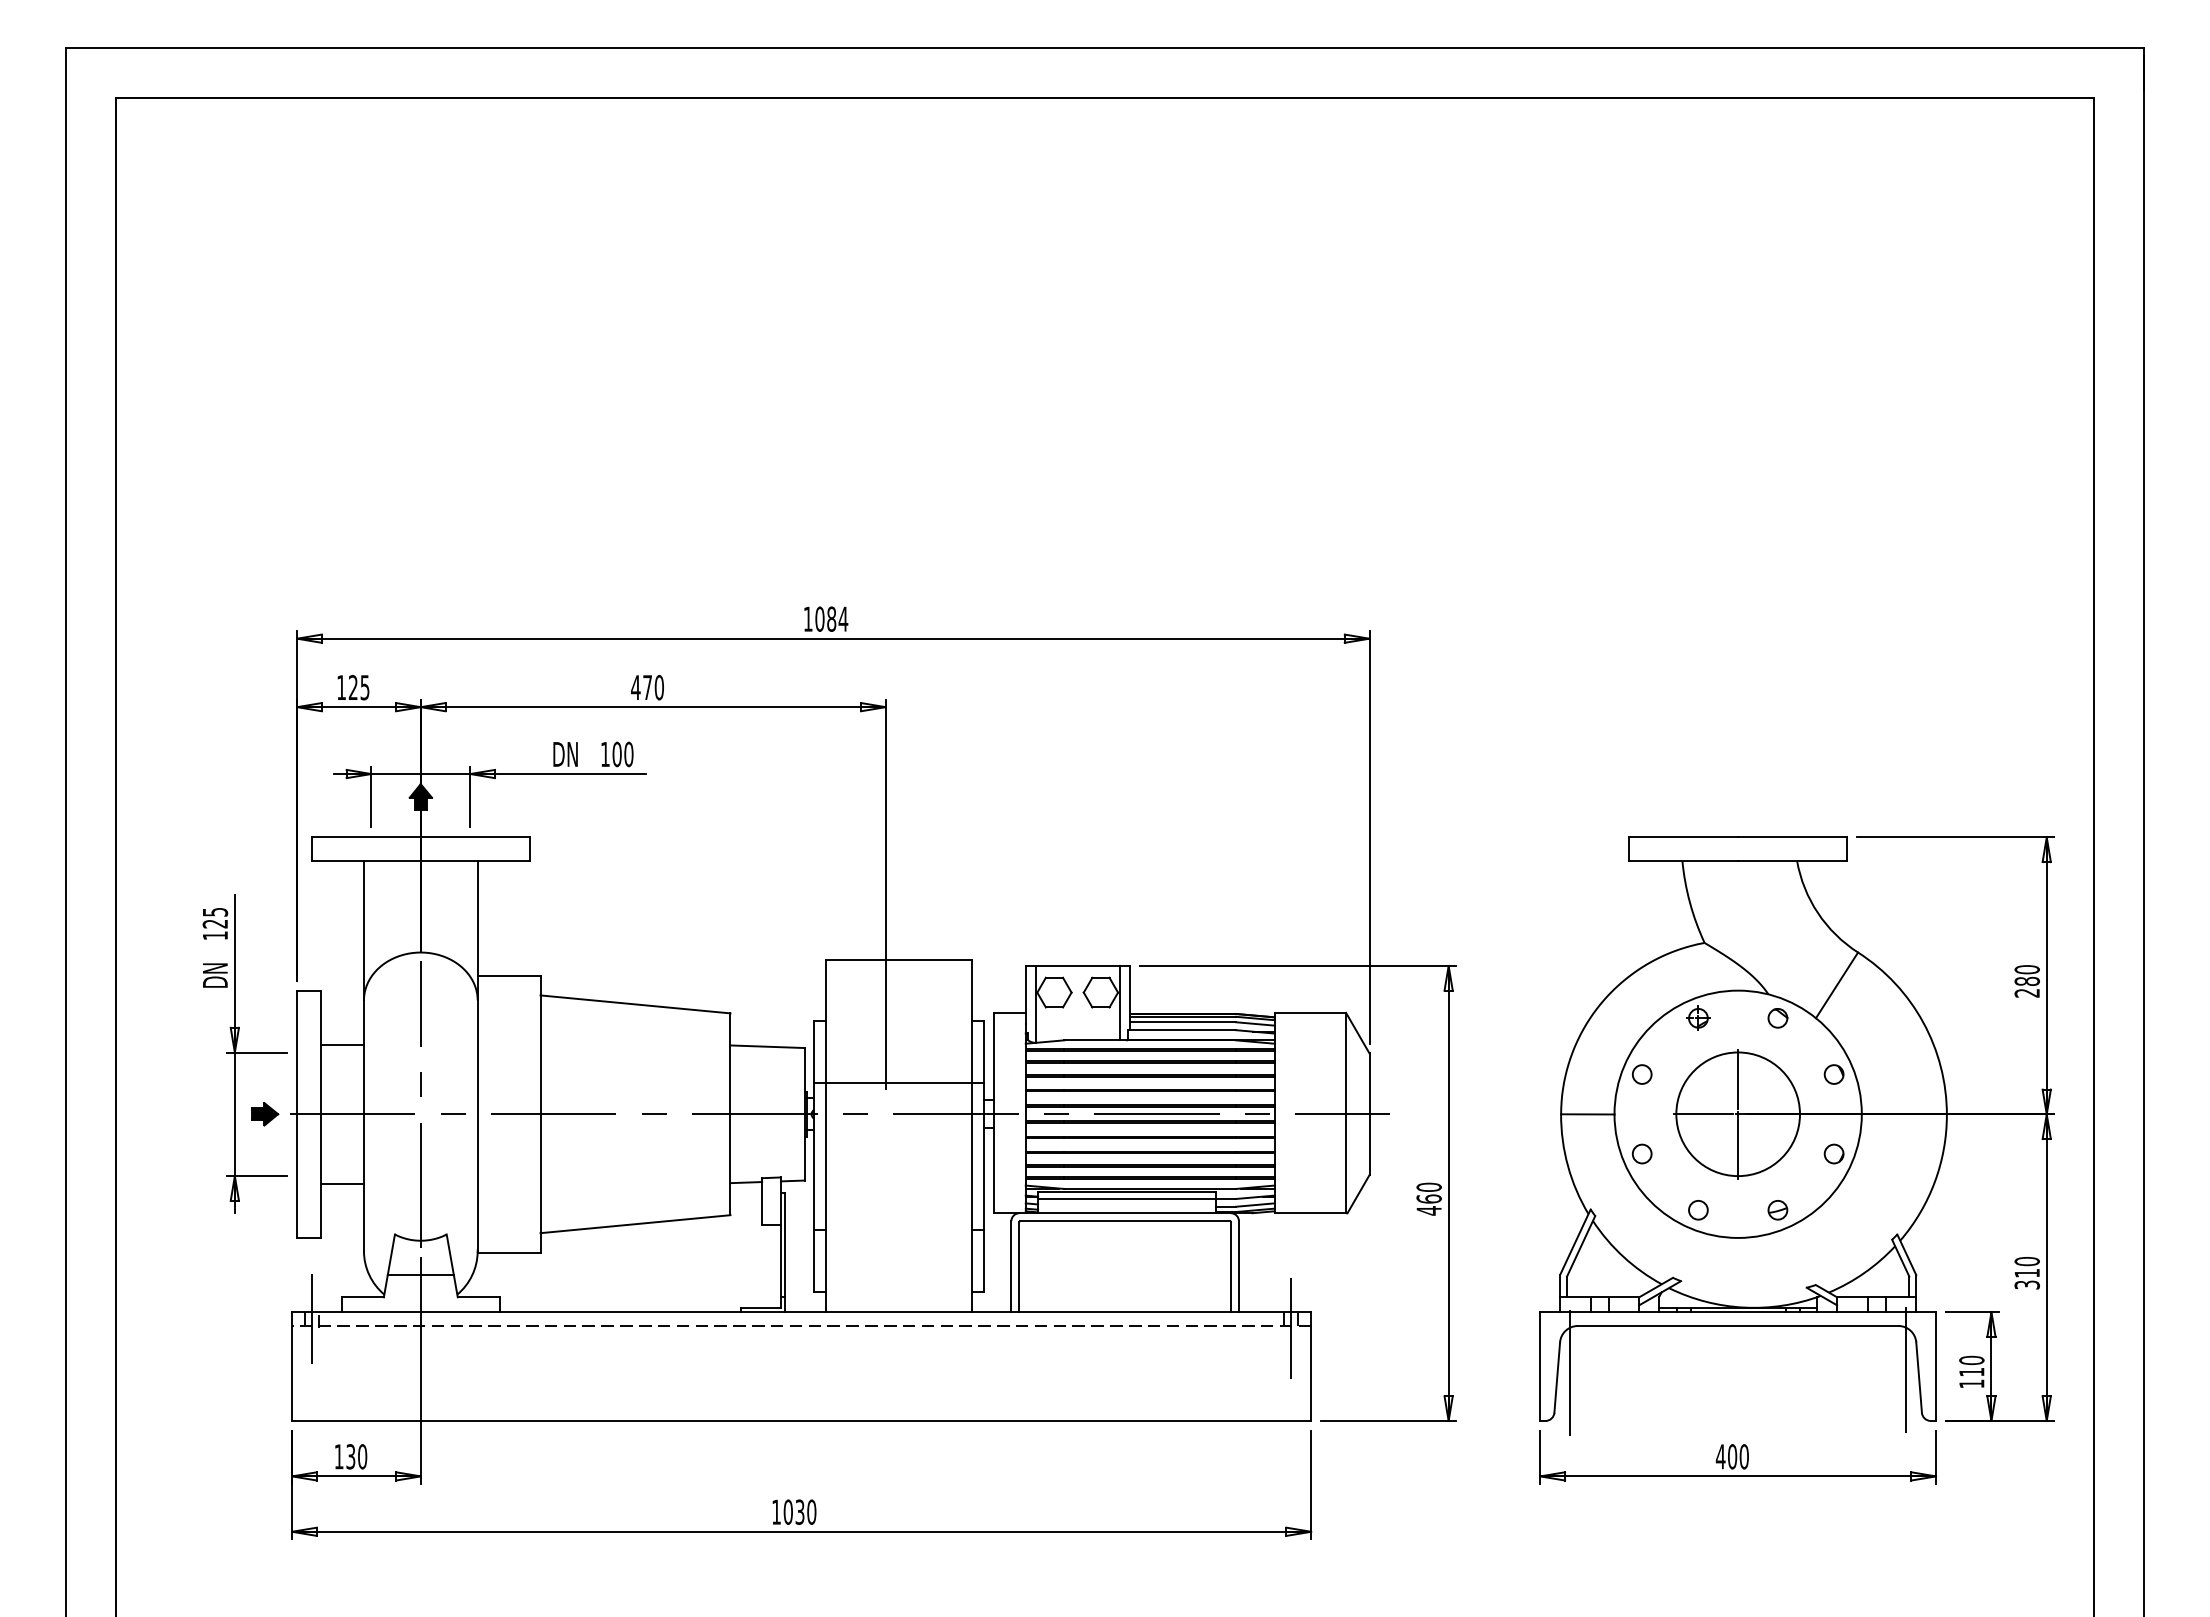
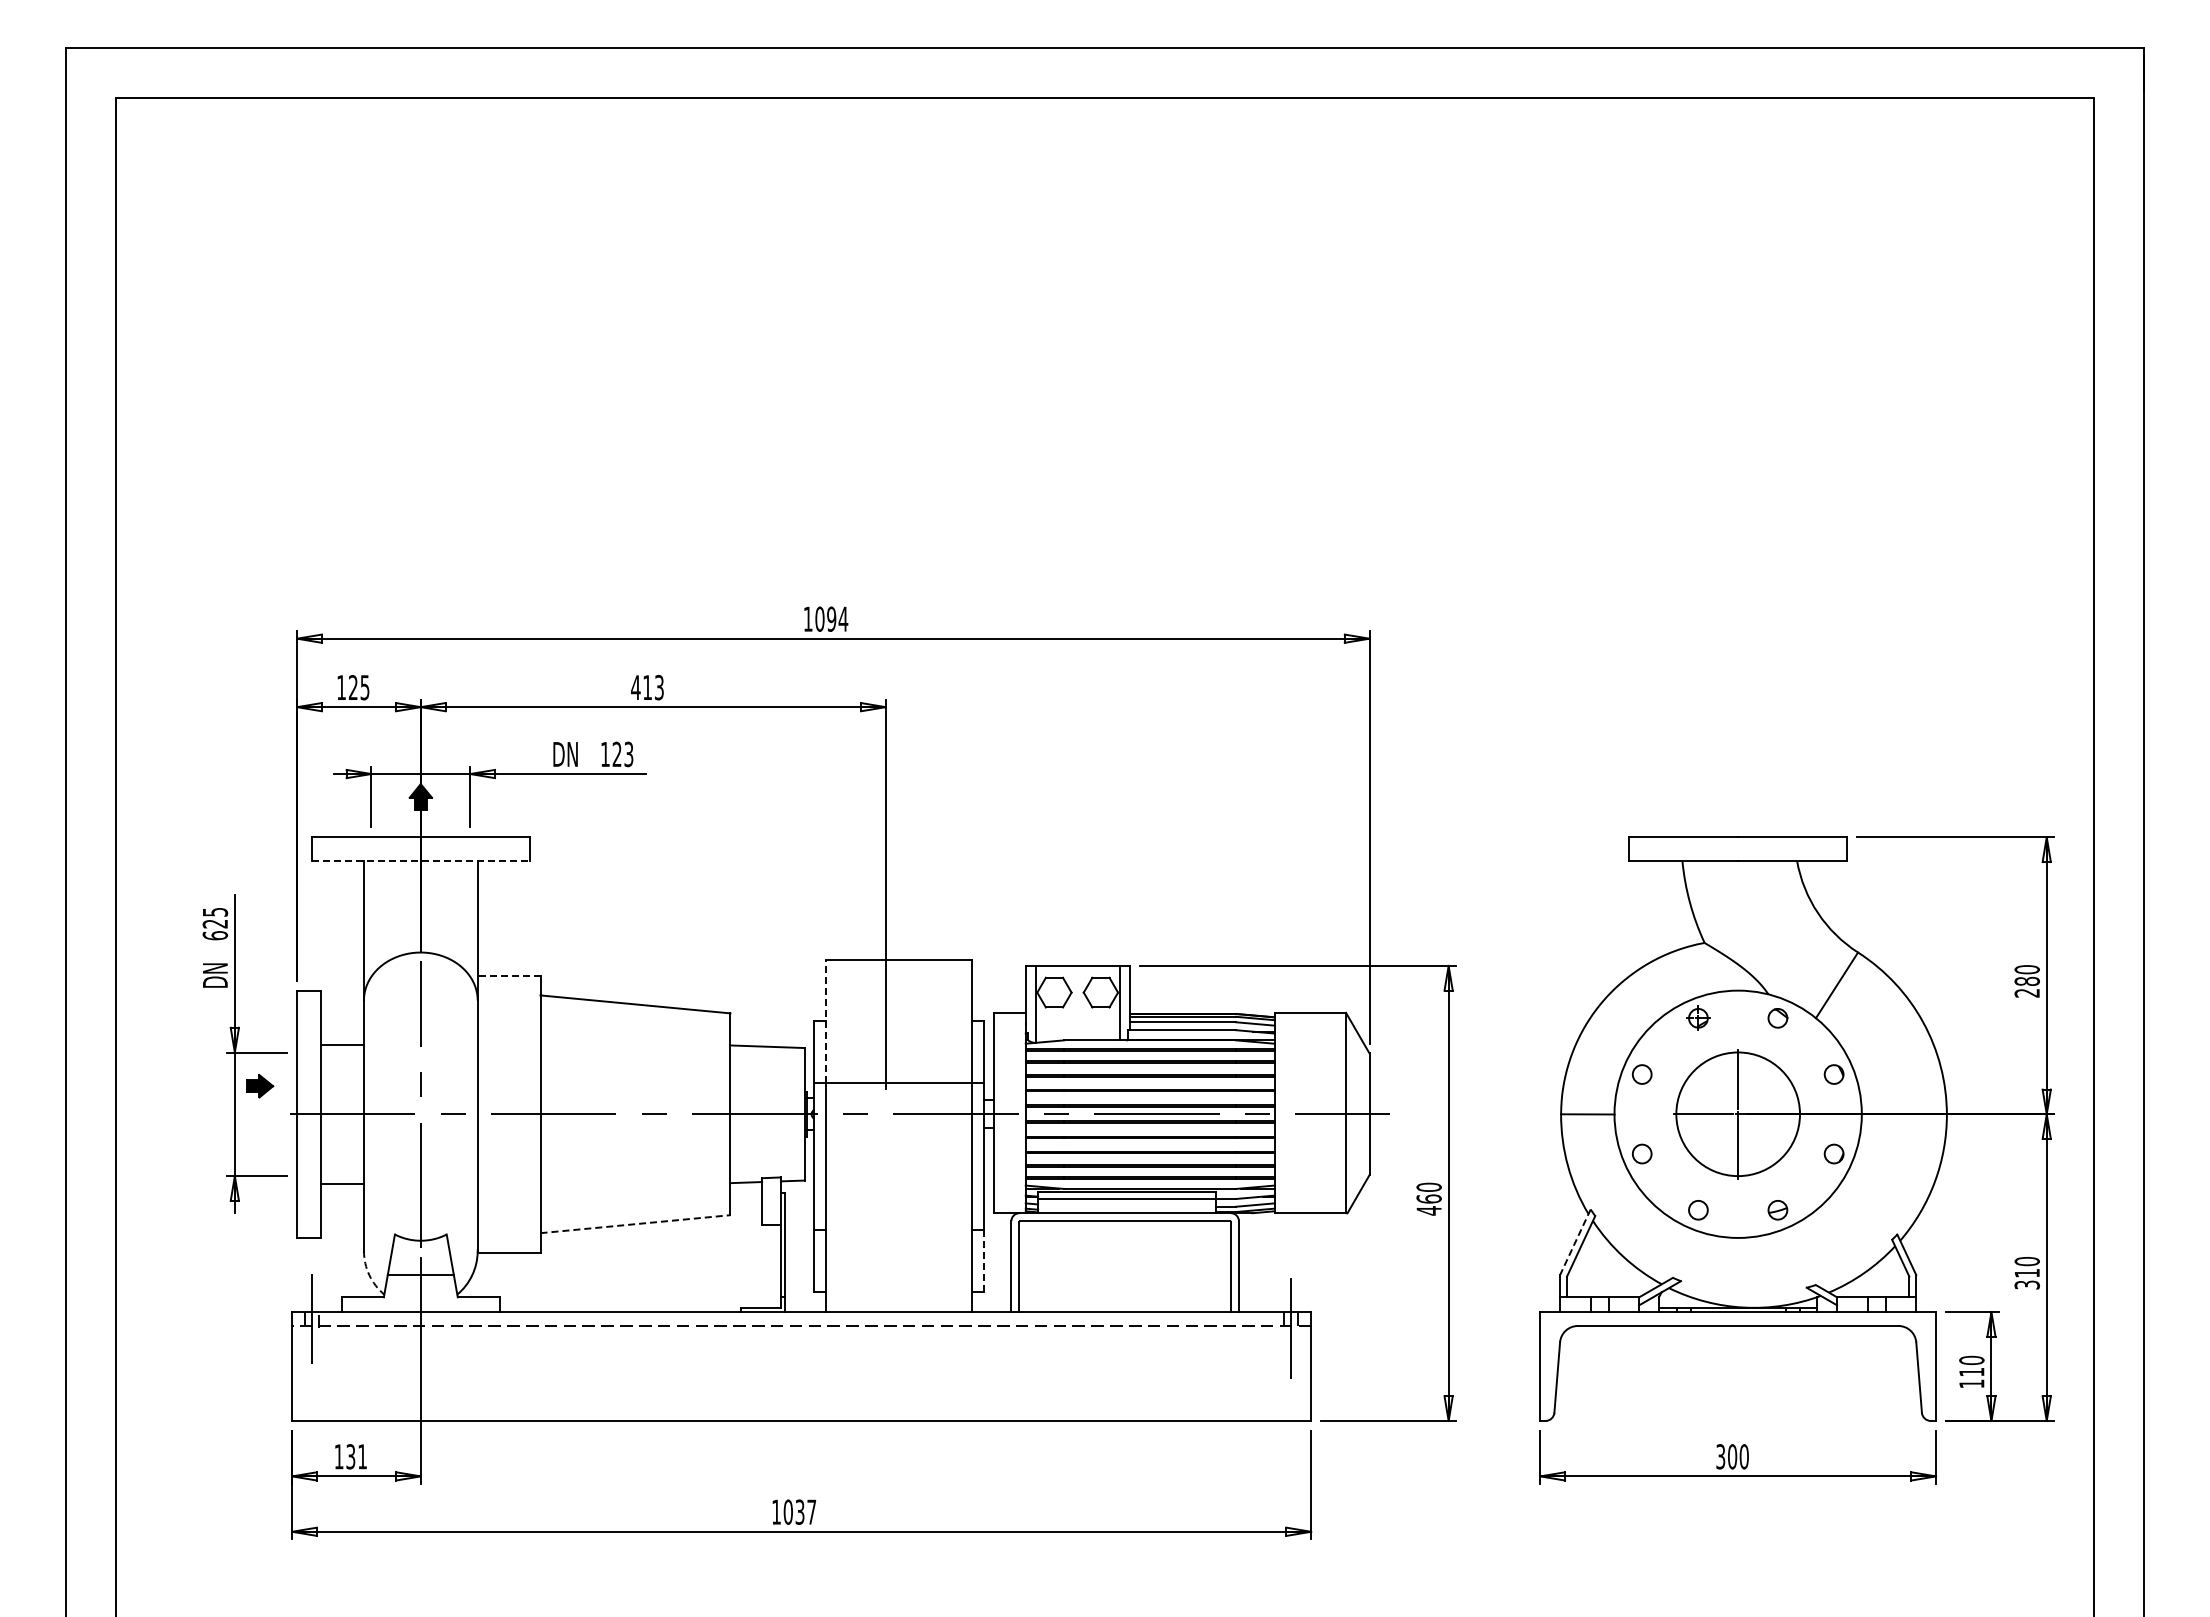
text at (831, 618): 1084 -> 1094
text at (653, 687): 470 -> 413
text at (622, 754): 100 -> 123
line at (420, 861): solid -> dashed
text at (215, 935): 125 -> 625
line at (508, 975): solid -> dashed
line at (825, 1020): solid -> dashed
part at (265, 1114) position: (265, 1114) -> (260, 1086)
line at (636, 1224): solid -> dashed
line at (1575, 1242): solid -> dashed
line at (984, 1261): solid -> dashed
arc at (369, 1275): solid -> dashed
line at (1570, 1371): present -> none
line at (1906, 1371): present -> none
text at (362, 1456): 130 -> 131
text at (1720, 1456): 400 -> 300
text at (811, 1511): 1030 -> 1037
